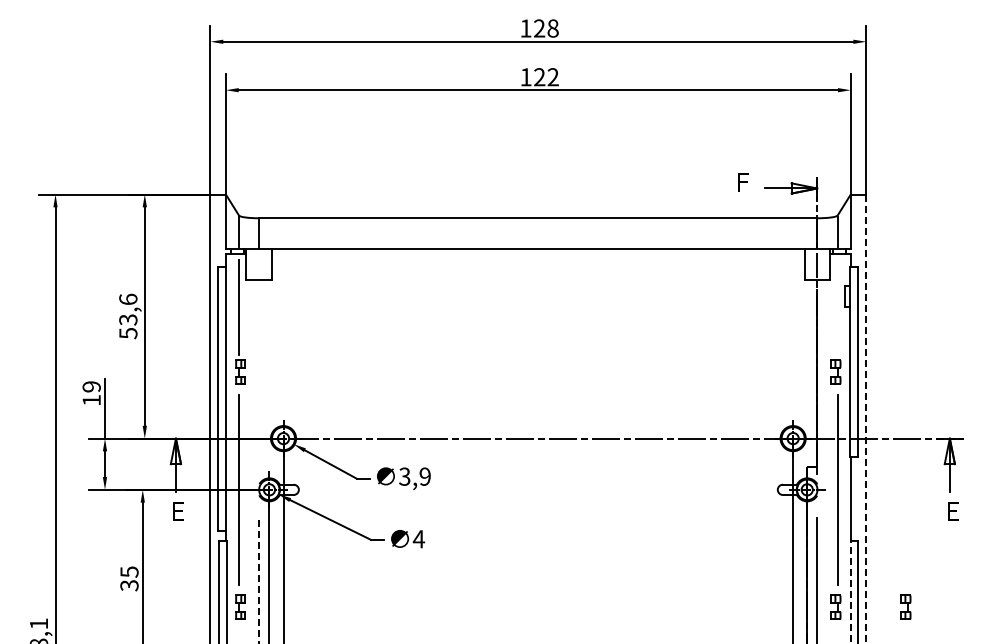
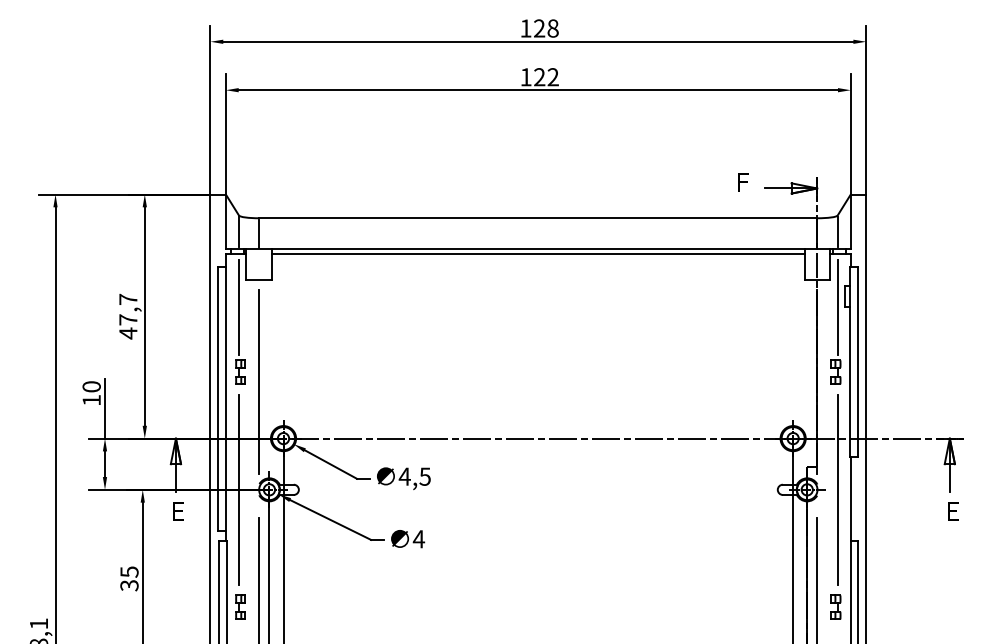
line at (538, 254): none -> present
line at (837, 306): none -> present
text at (128, 316): 53,6 -> 47,7
line at (259, 381): none -> present
text at (91, 386): 19 -> 10
line at (866, 419): dashed -> solid
text at (414, 476): 3,9 -> 4,5
line at (259, 581): dashed -> solid
line at (850, 591): dashed -> solid
part at (905, 606): present -> none
